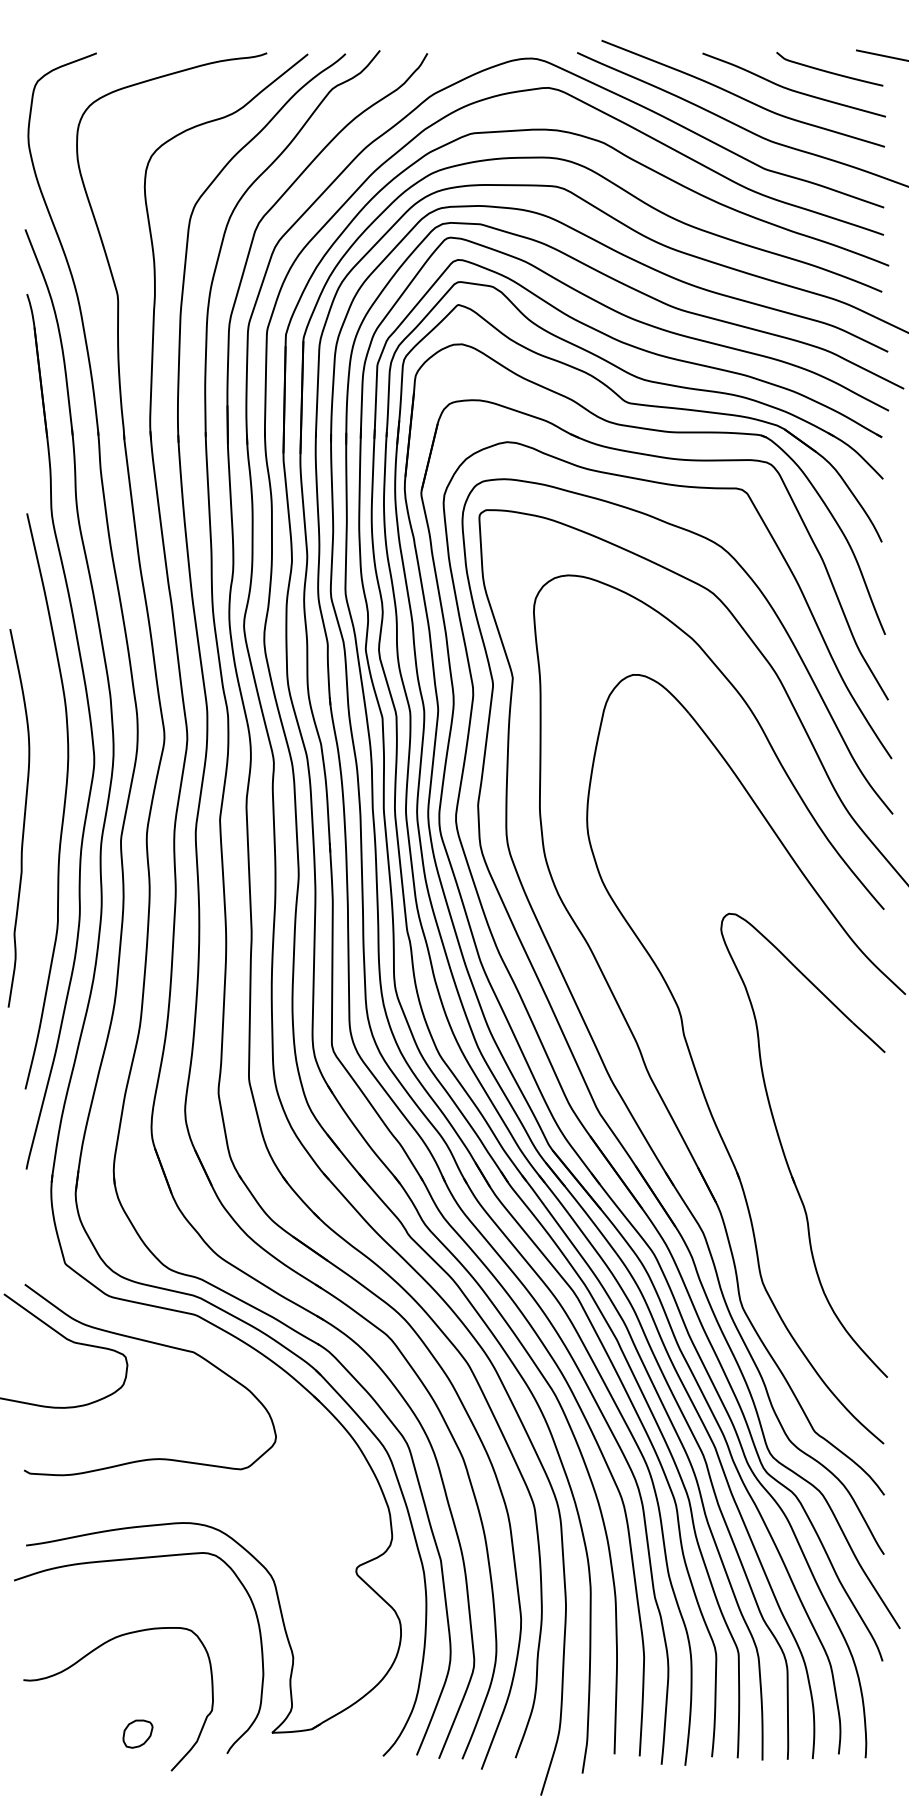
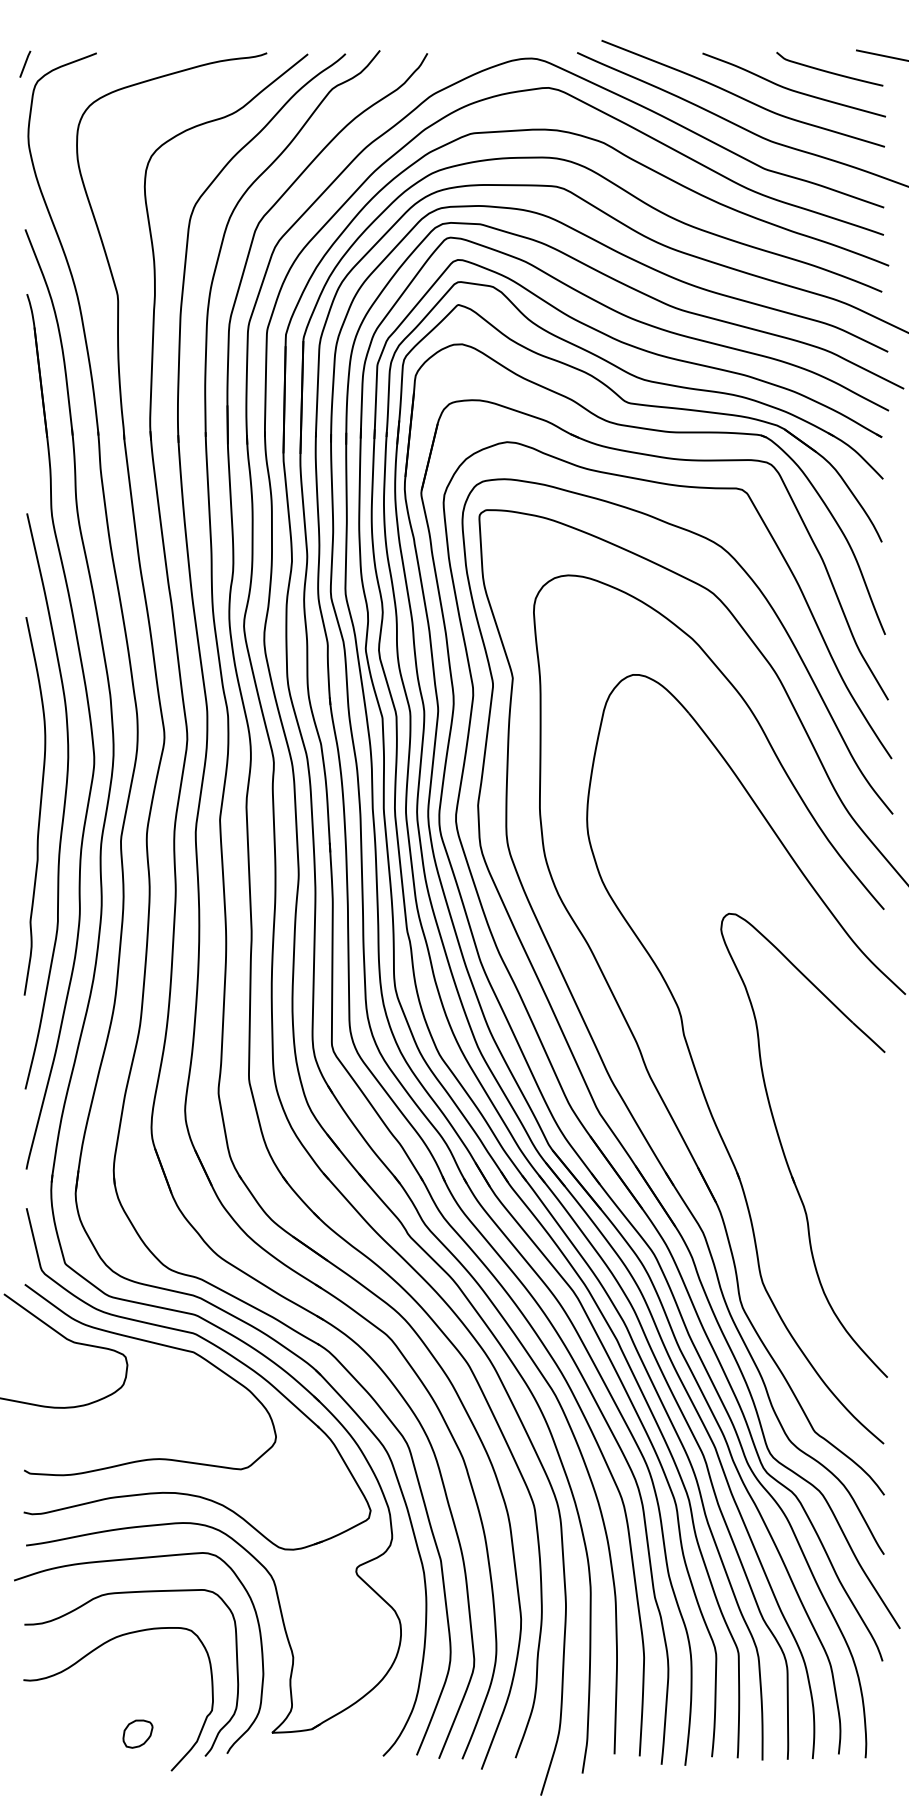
line at (25, 63): none -> present
curve at (23, 818) position: (23, 818) -> (39, 806)
part at (214, 1346): none -> present
curve at (131, 1593): none -> present
